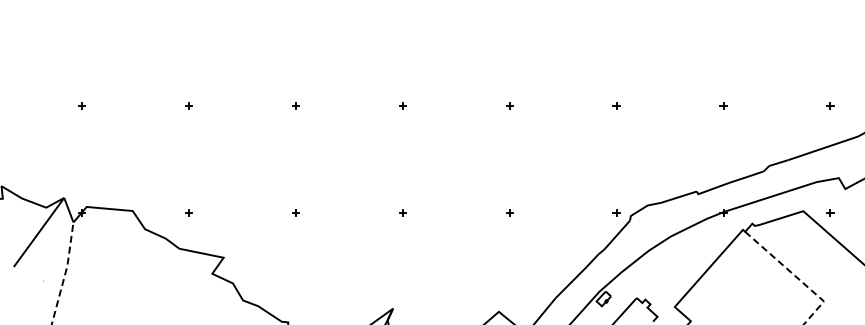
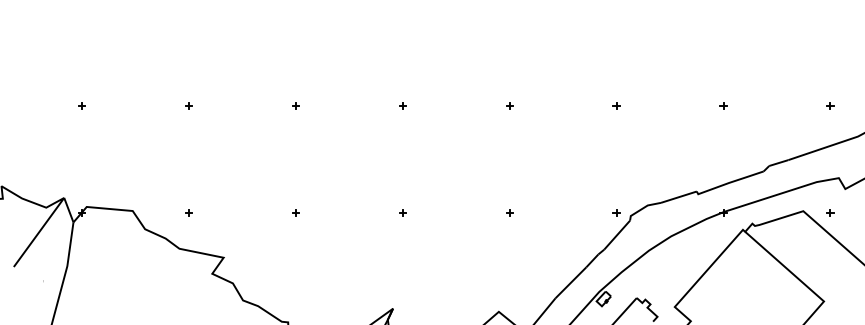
line at (65, 272): dashed -> solid
line at (796, 277): dashed -> solid
